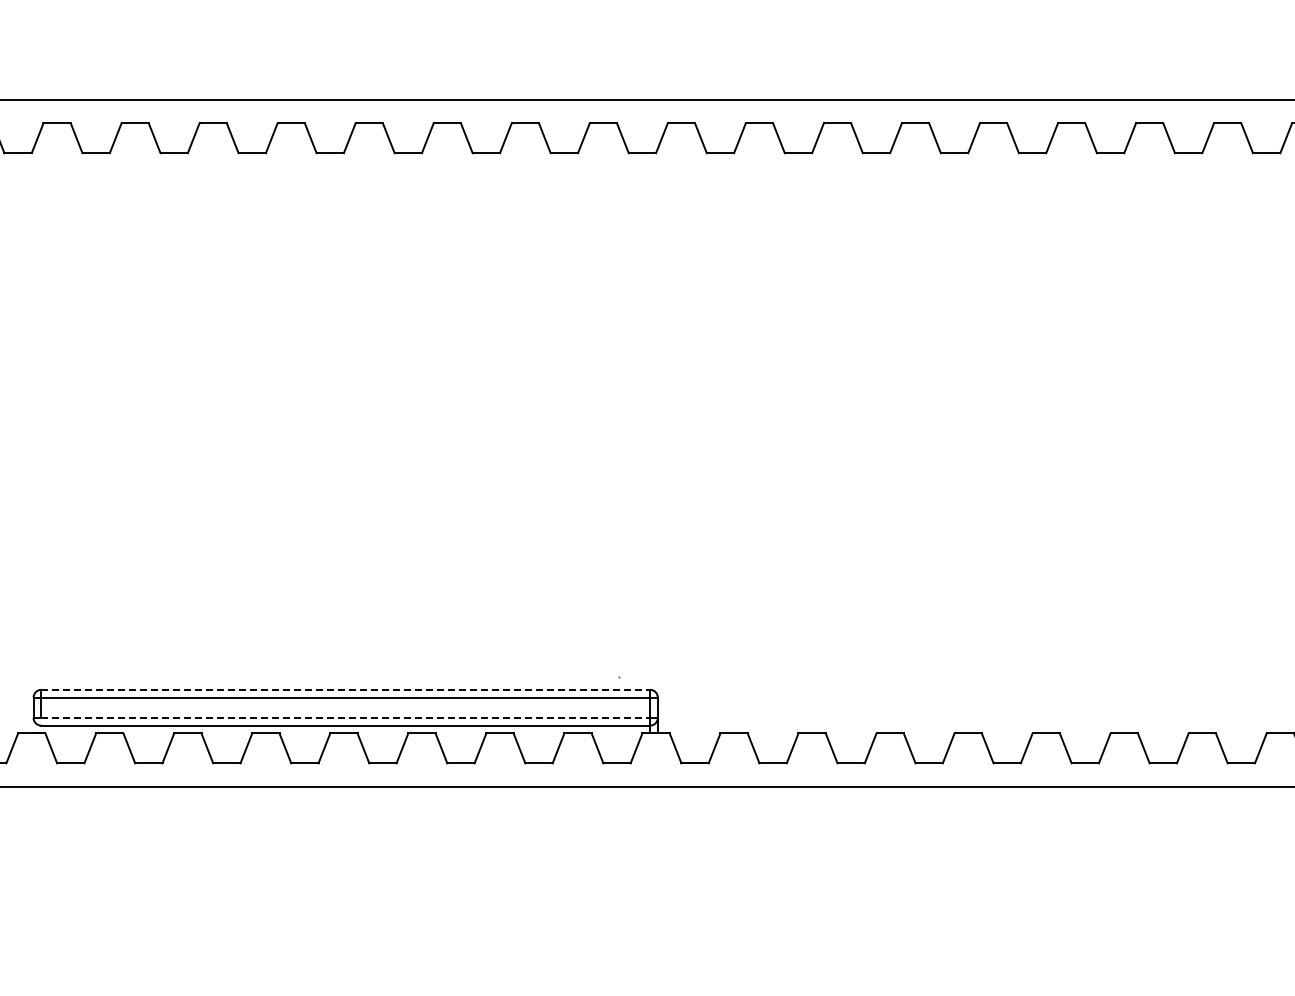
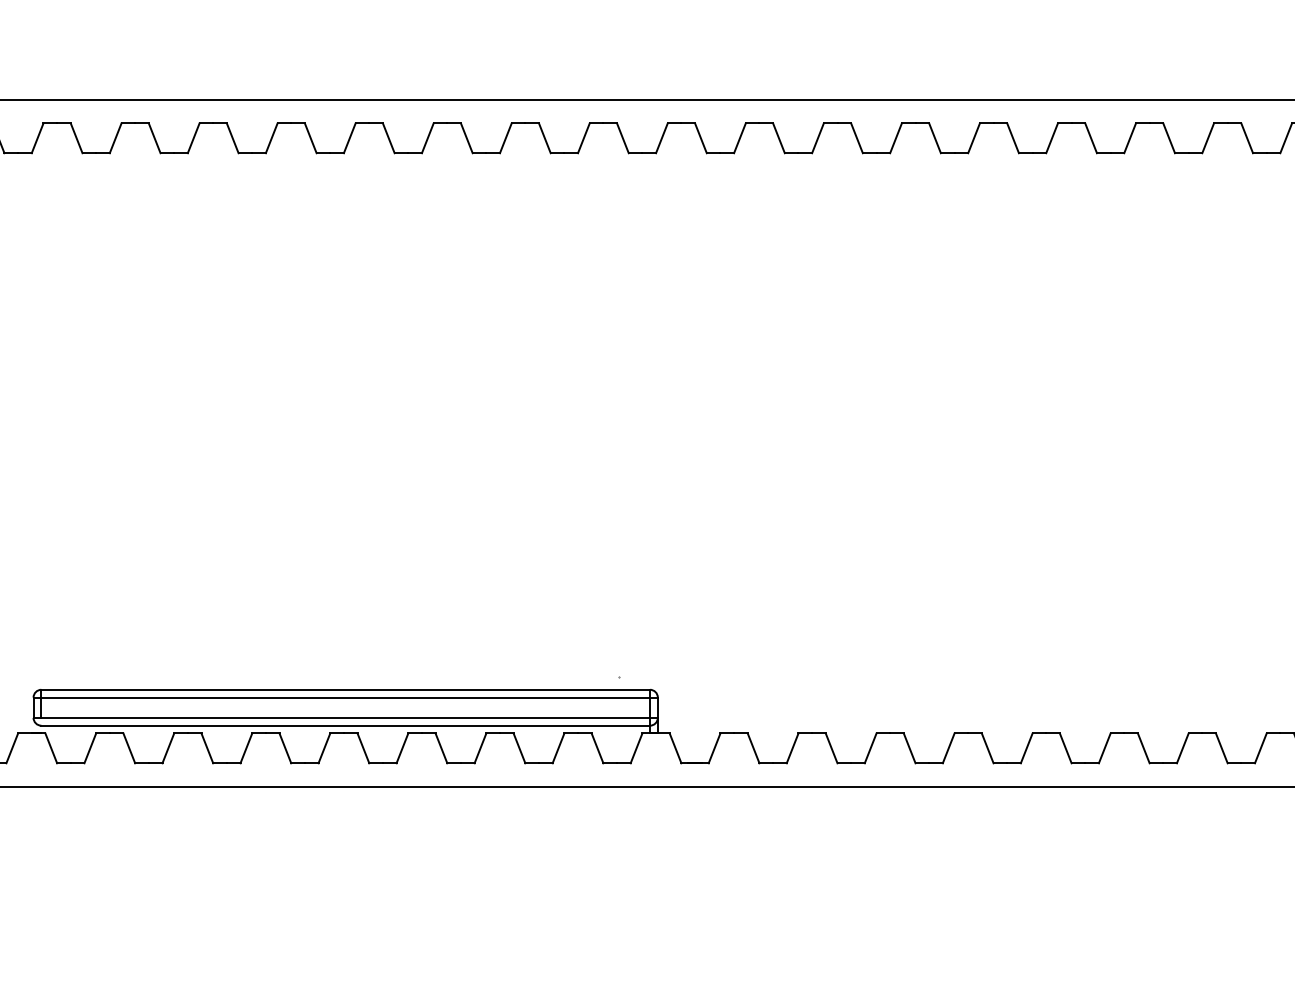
line at (346, 689): dashed -> solid
line at (346, 717): dashed -> solid
